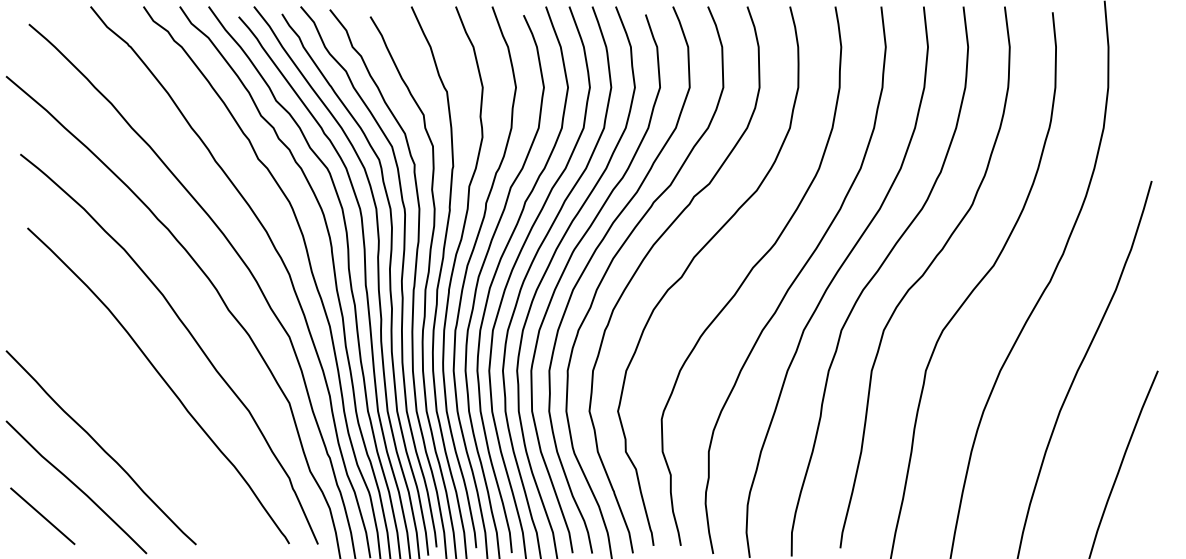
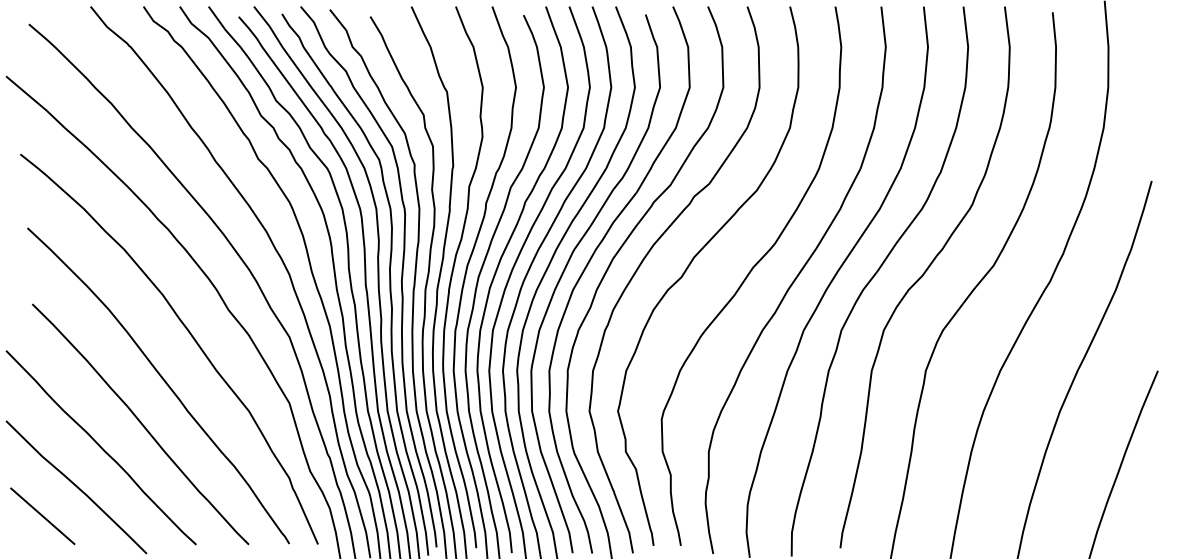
curve at (140, 423): none -> present
